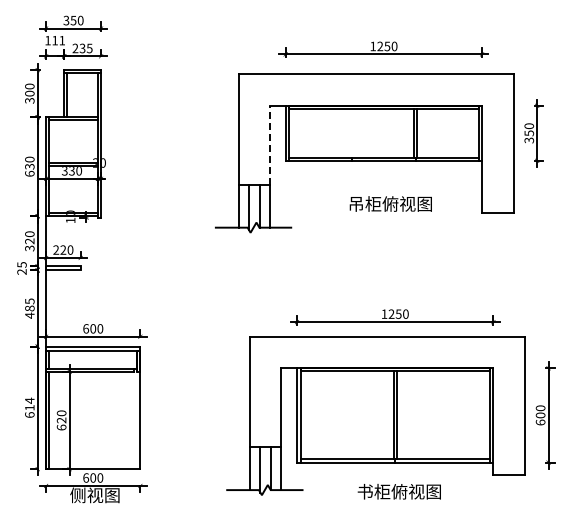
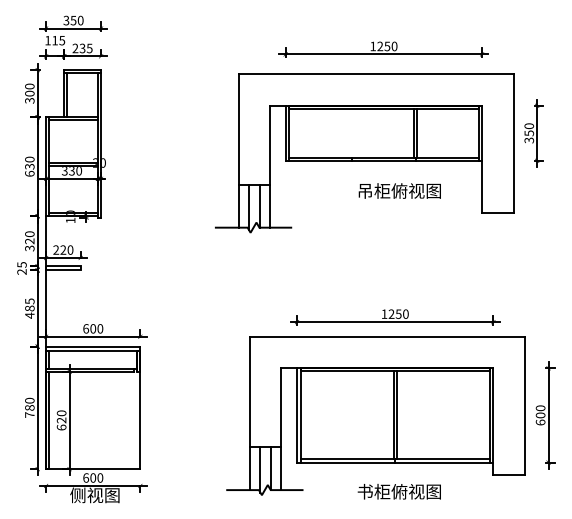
text at (62, 40): 111 -> 115
line at (269, 144): dashed -> solid
text at (390, 203) position: (390, 203) -> (399, 190)
text at (29, 407): 614 -> 780
